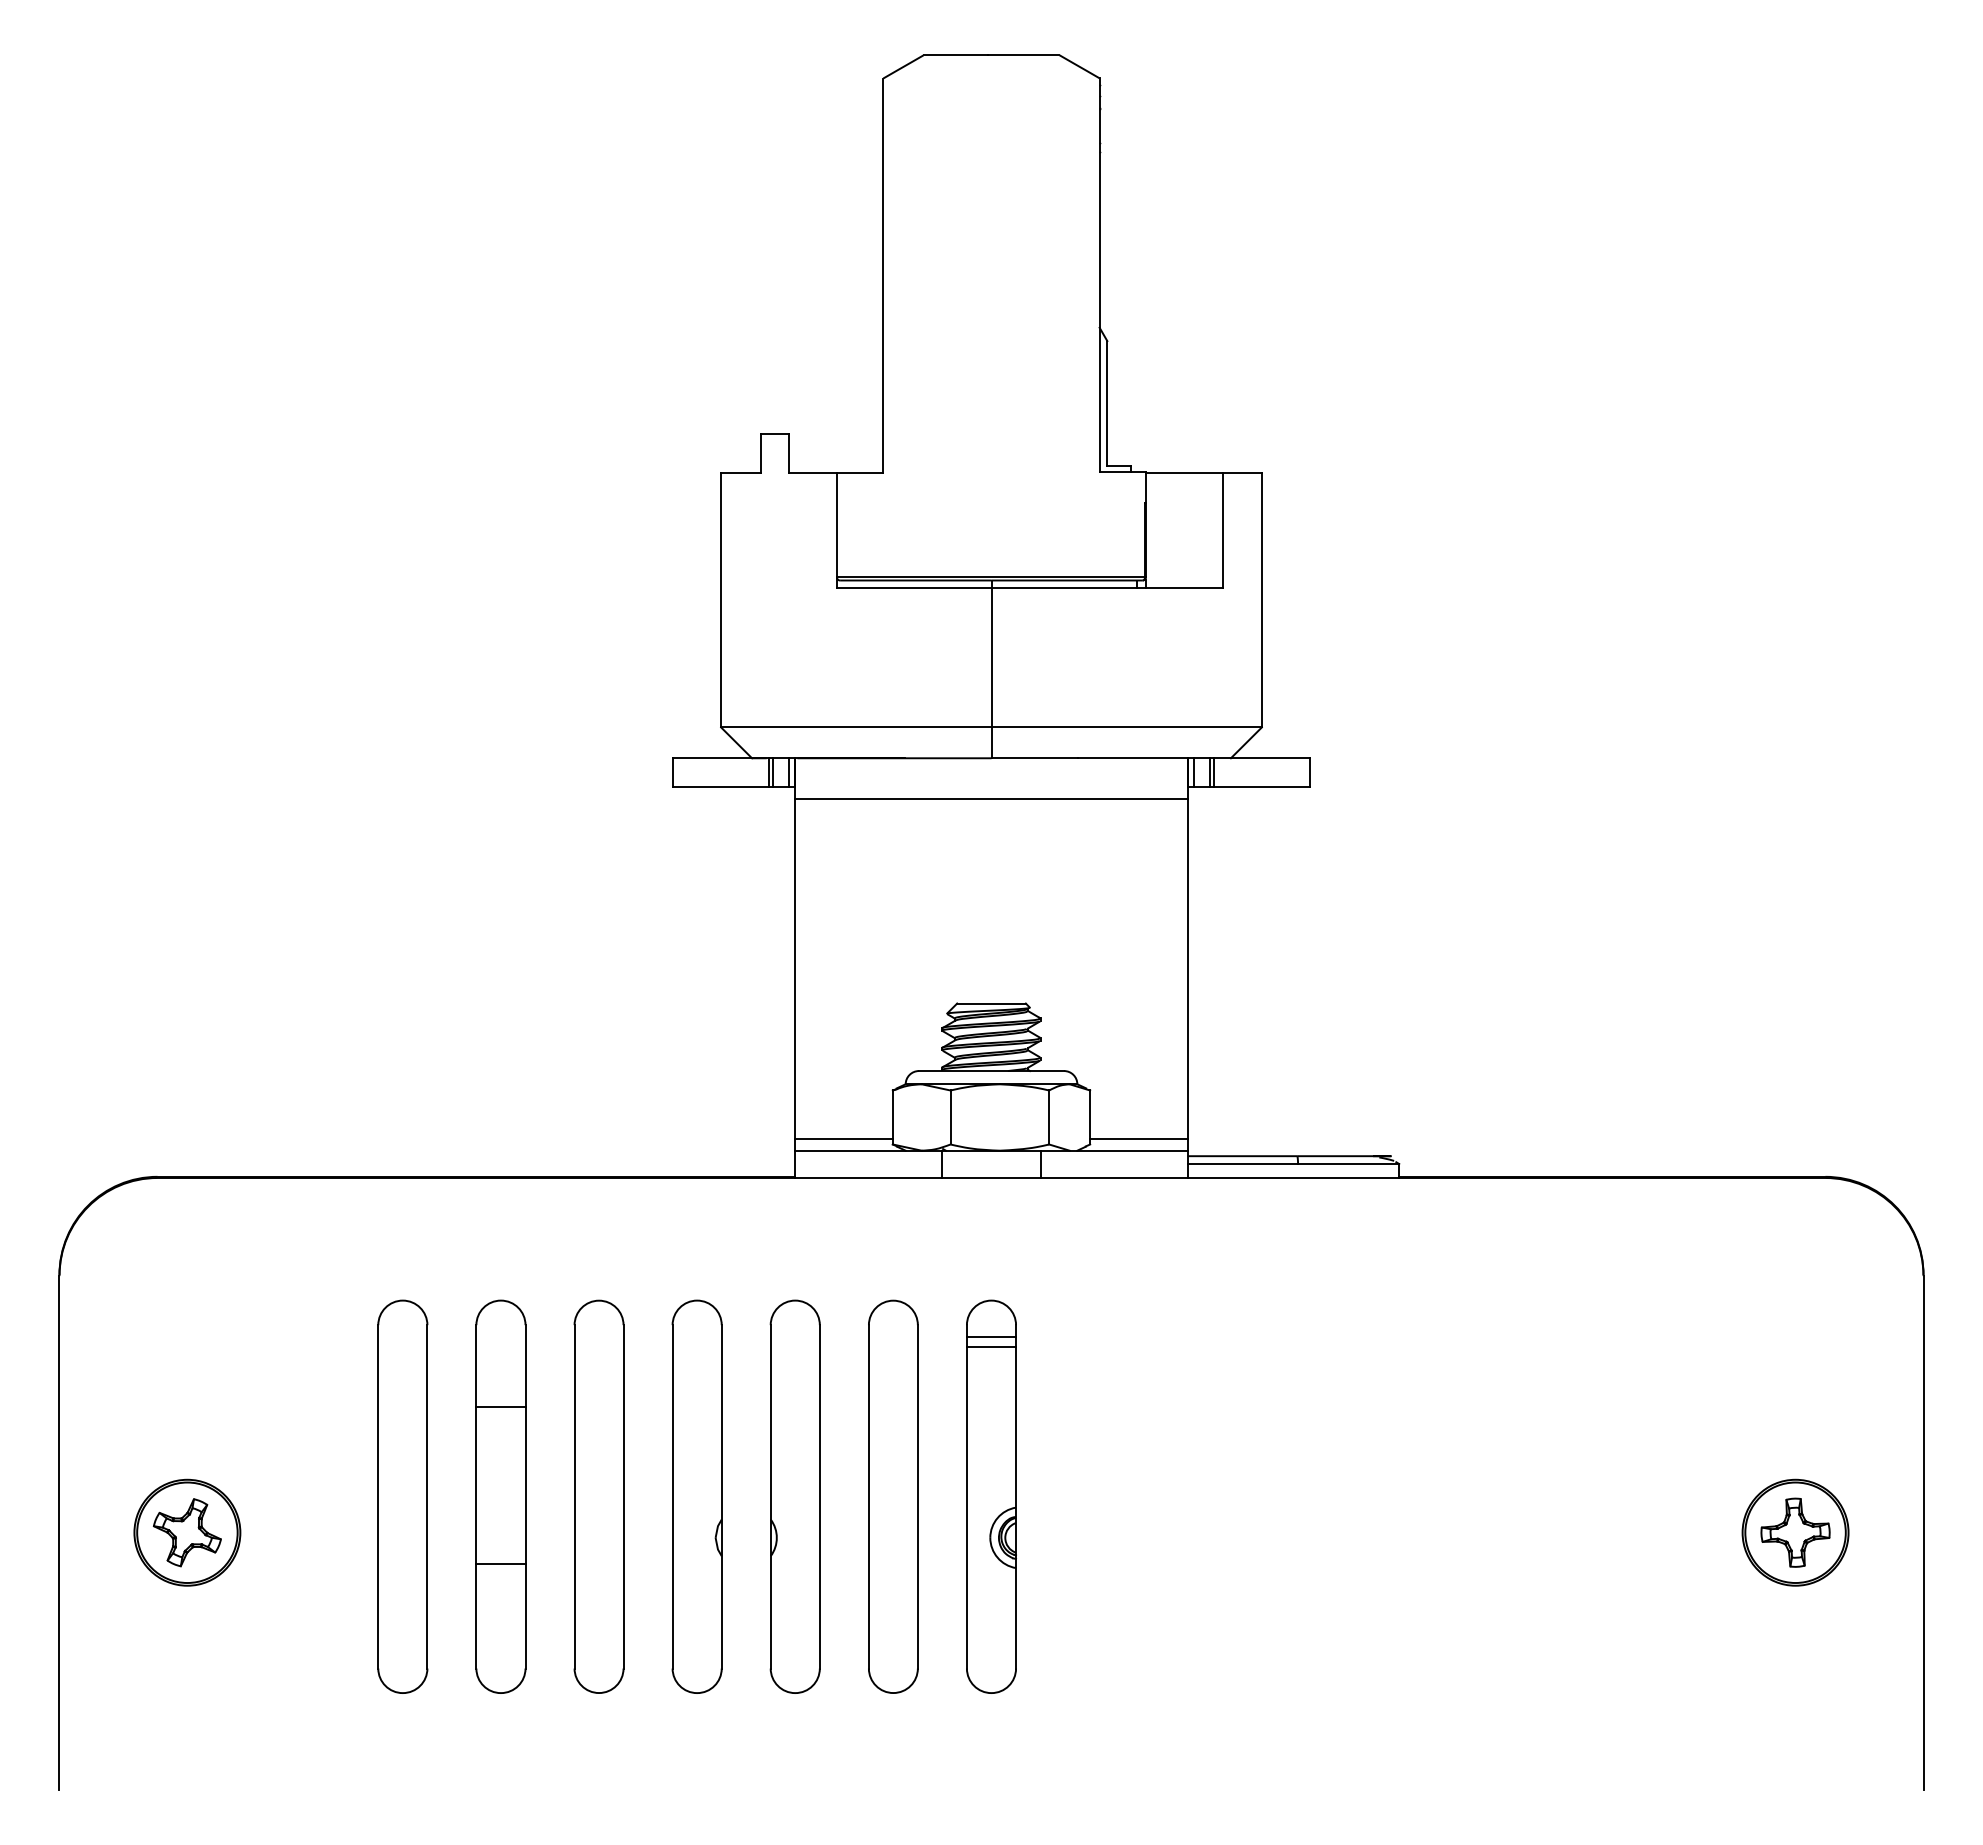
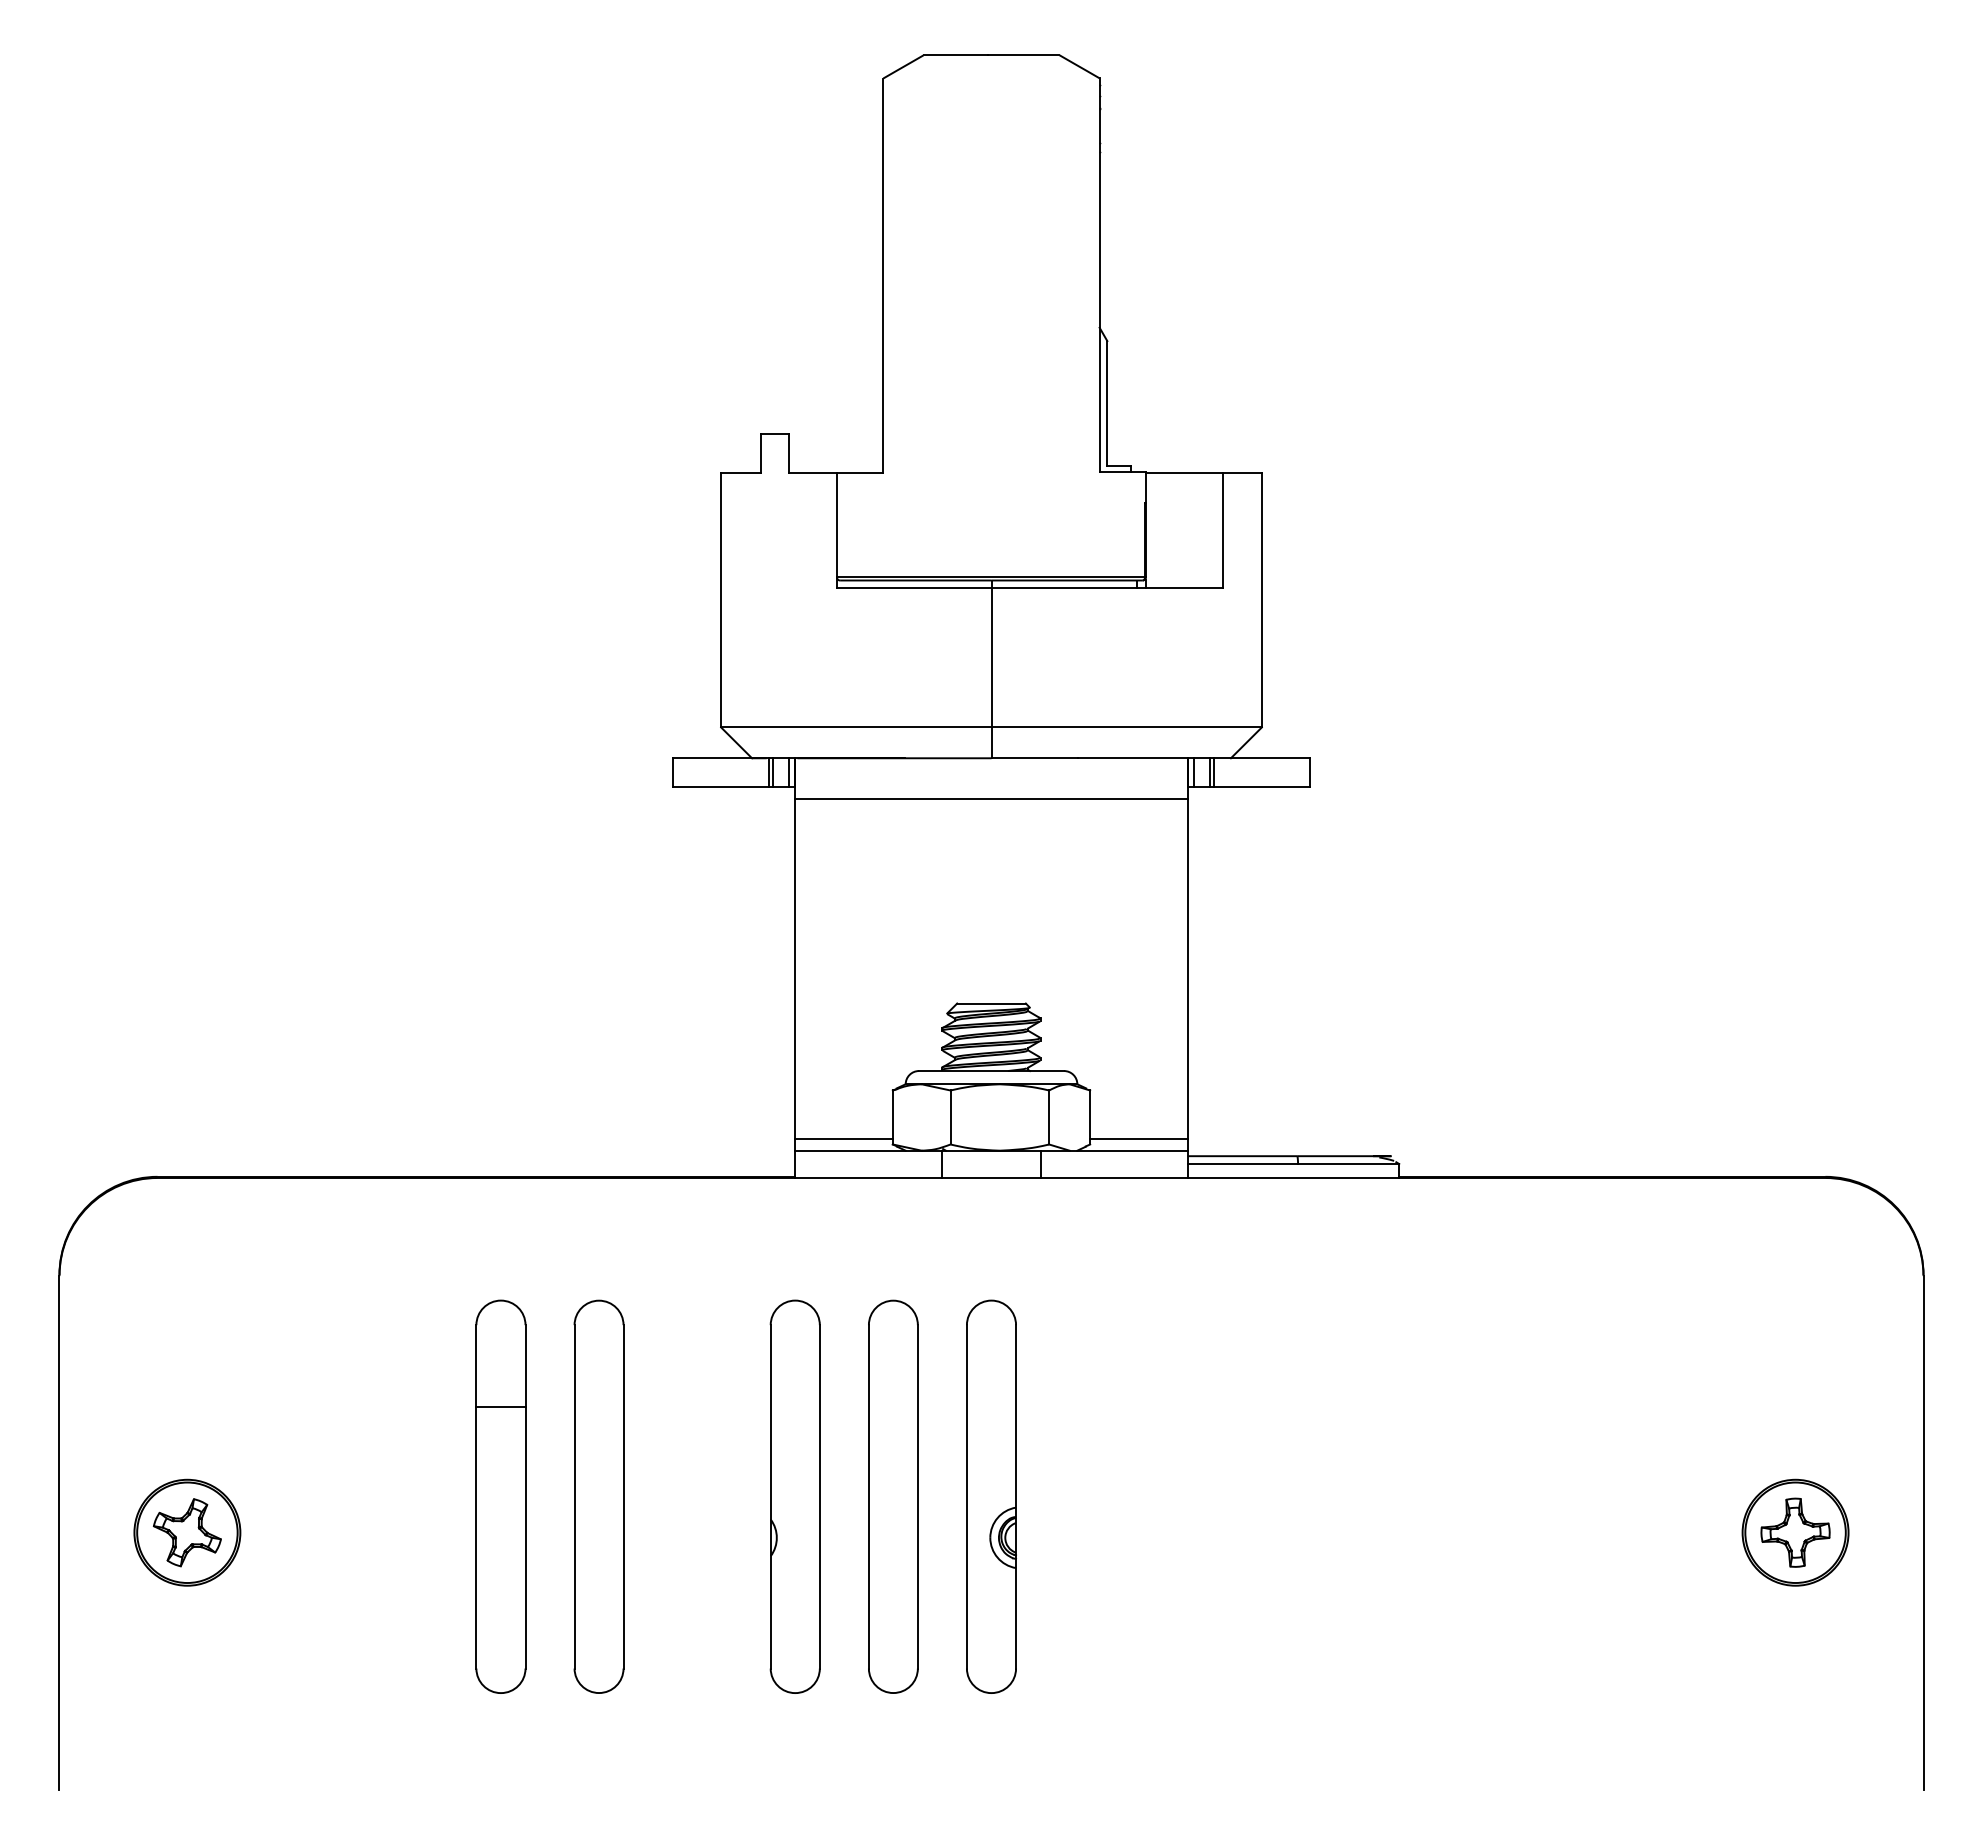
line at (991, 1337): present -> none
line at (991, 1346): present -> none
part at (402, 1496): present -> none
part at (696, 1496): present -> none
line at (500, 1564): present -> none
